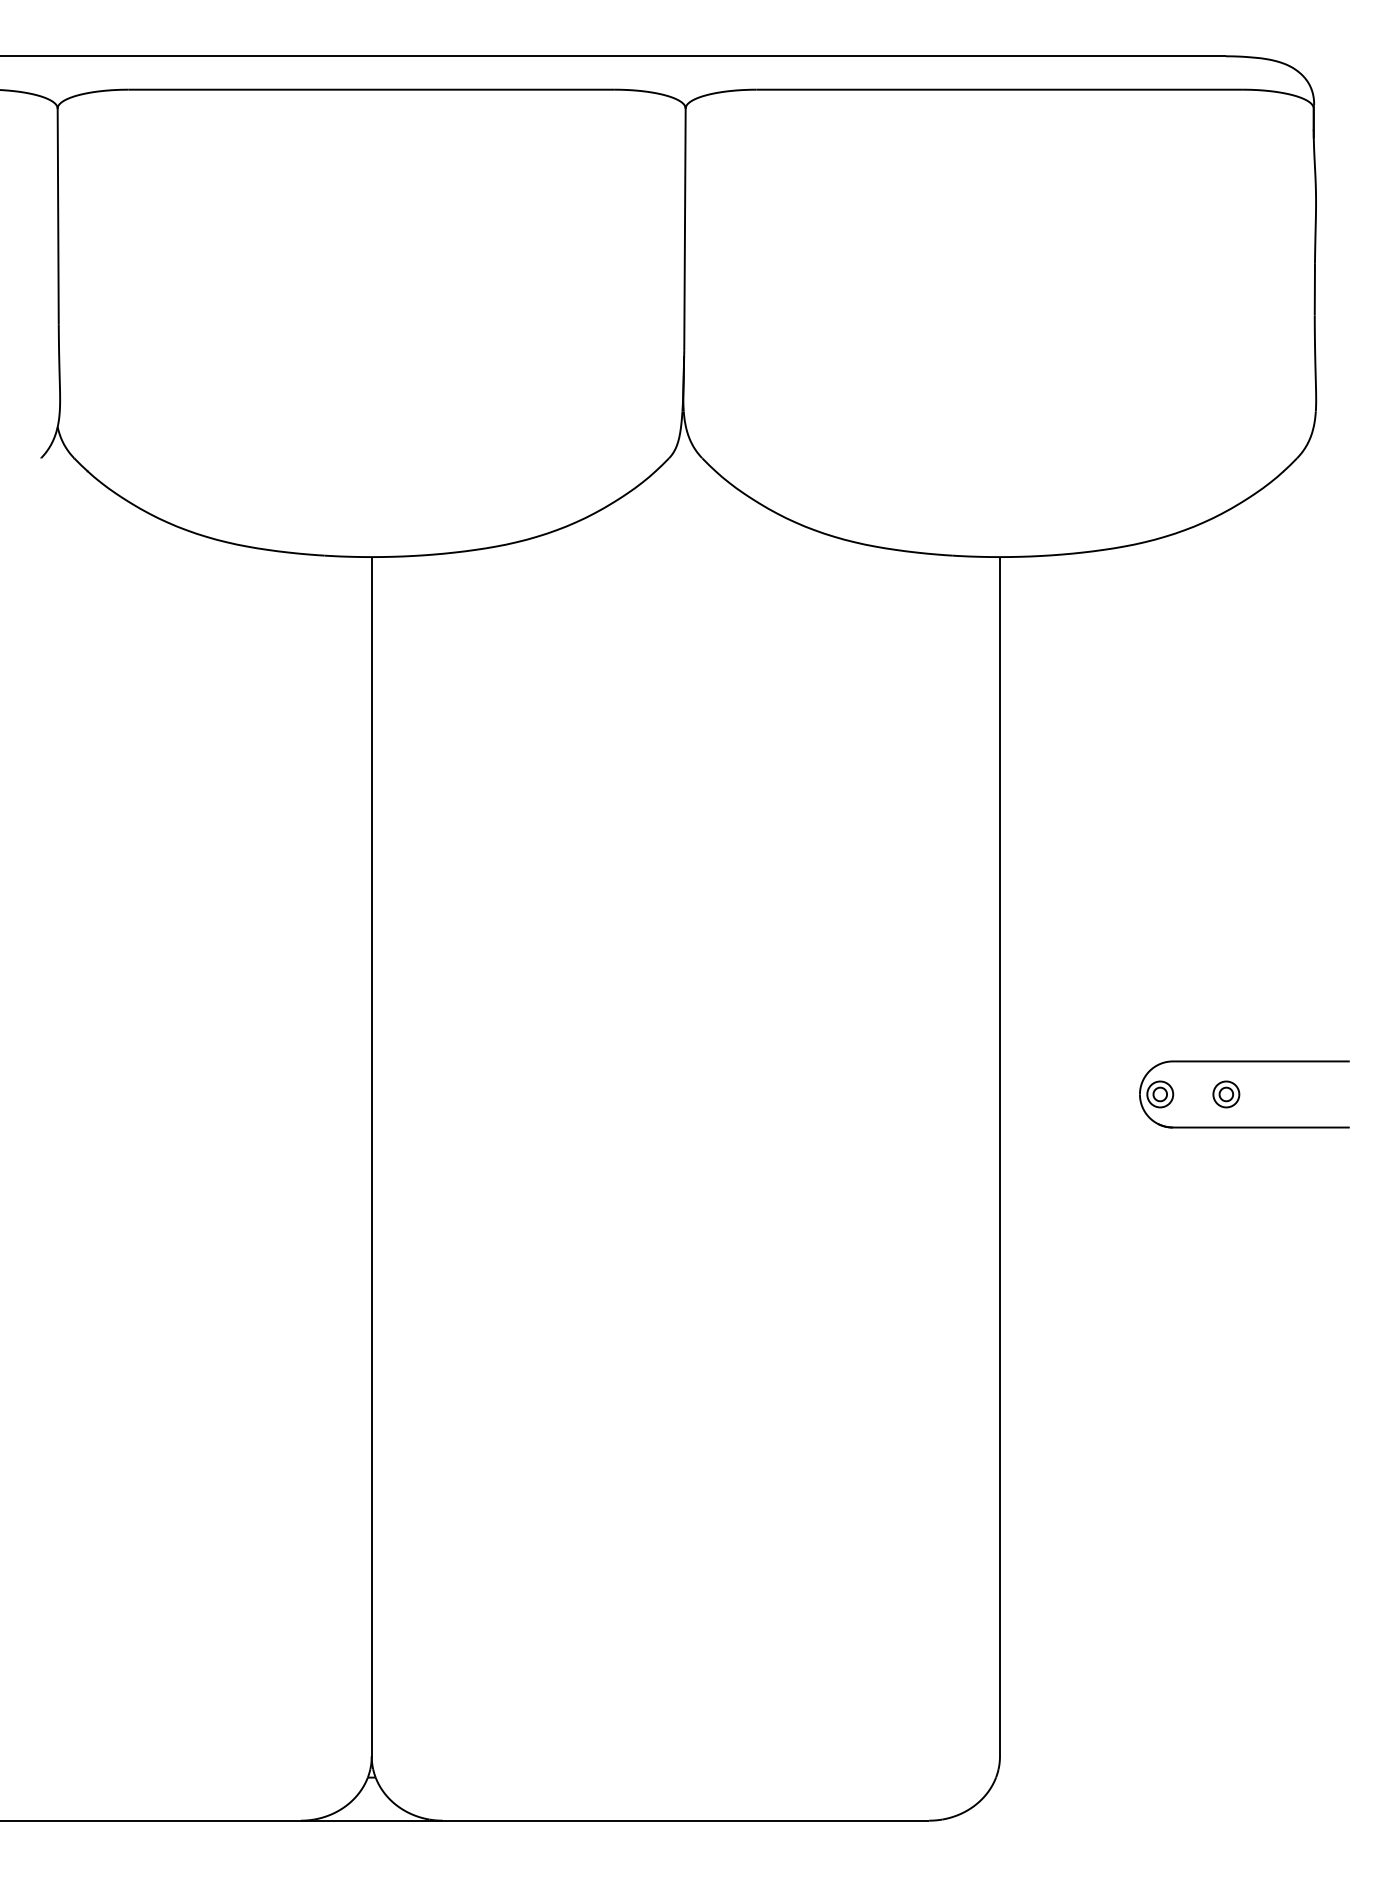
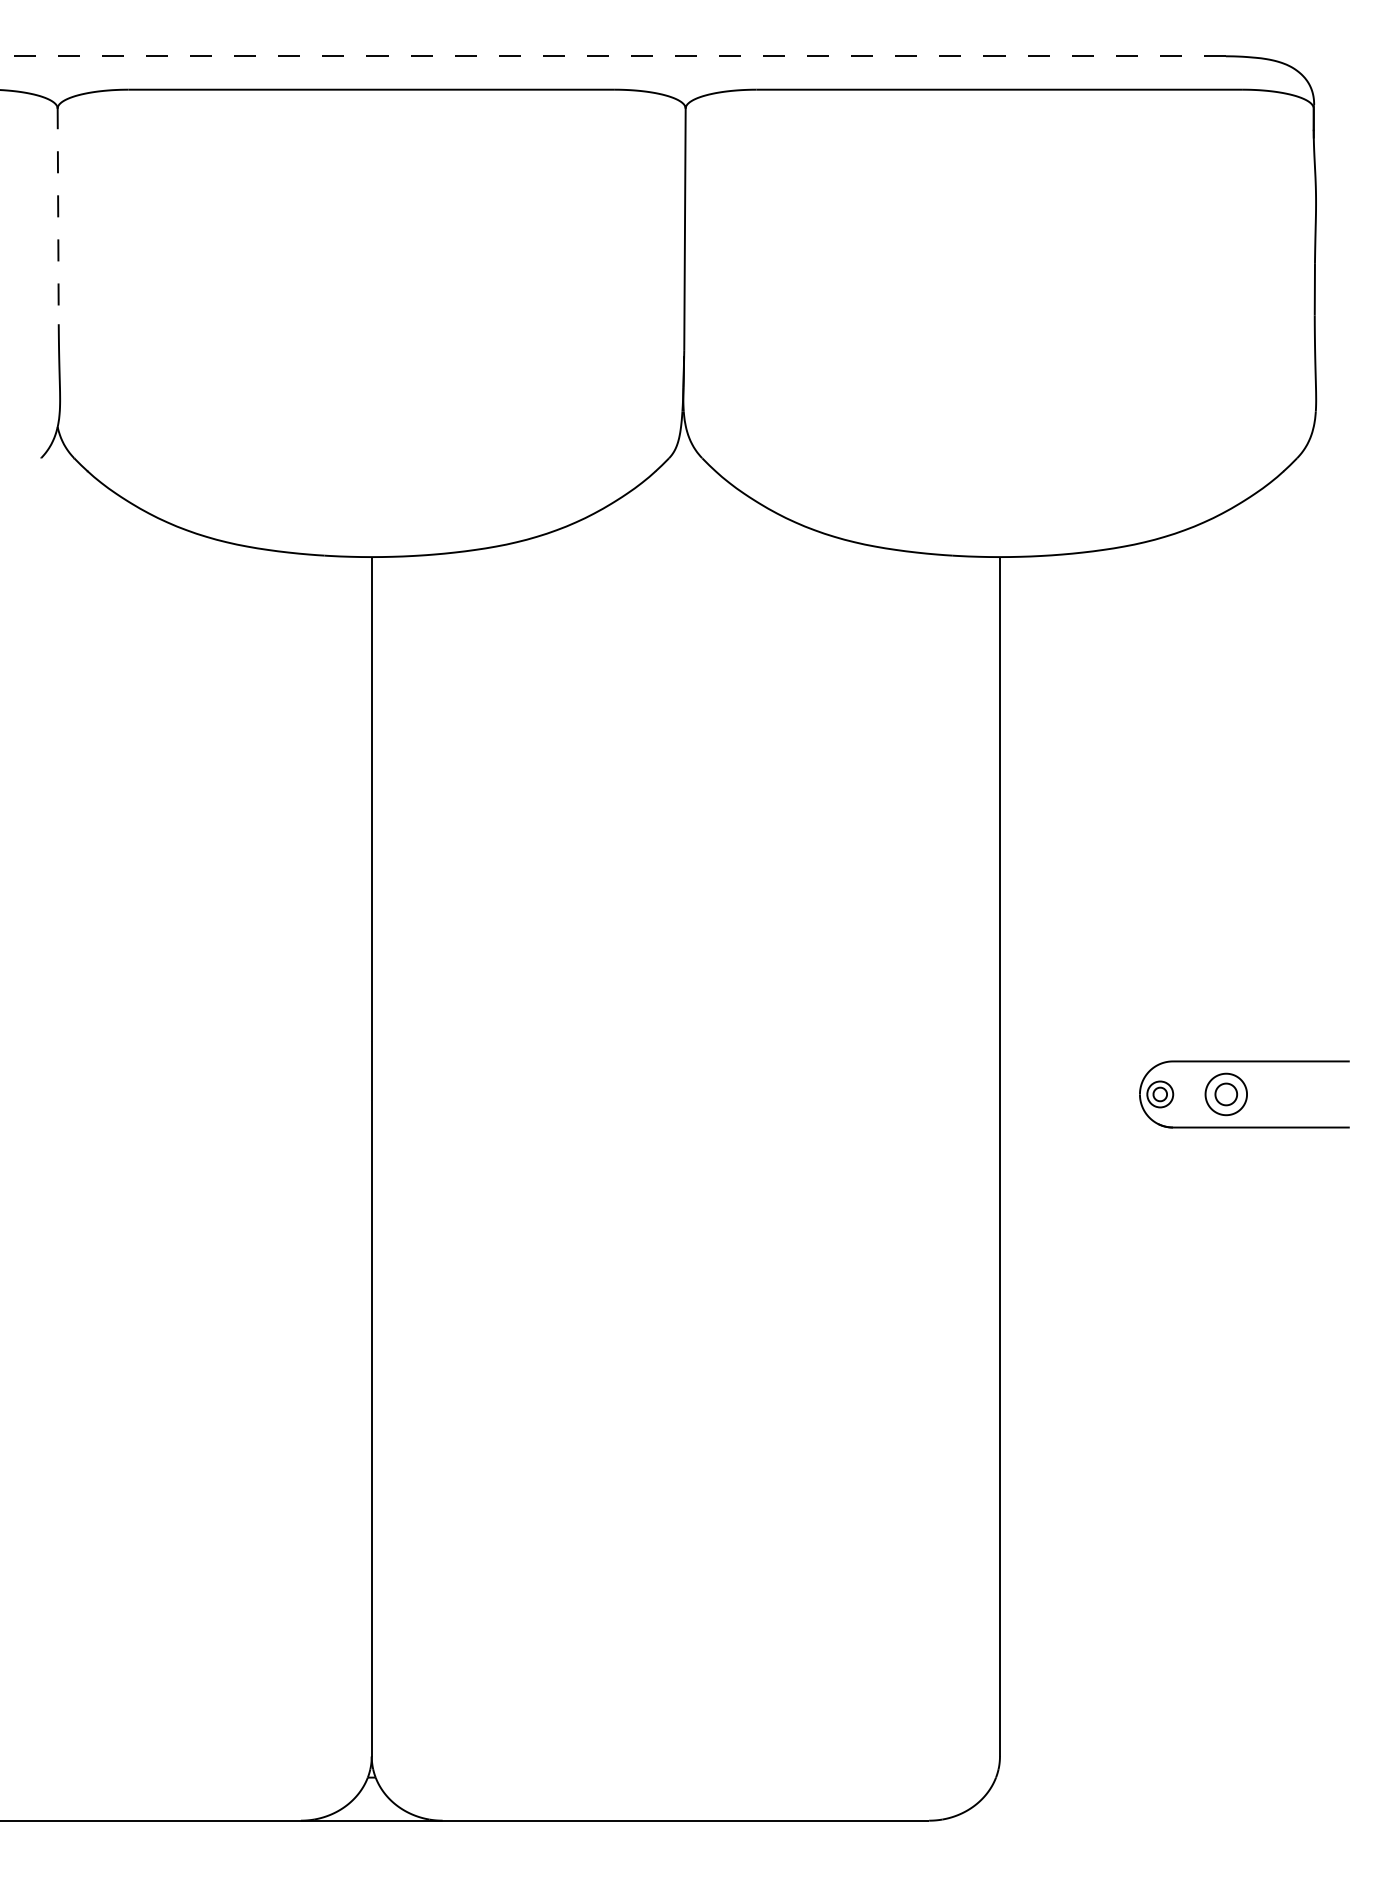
line at (613, 56): solid -> dashed
line at (58, 215): solid -> dashed
part at (1226, 1094) size: 29x29 px -> 44x45 px
